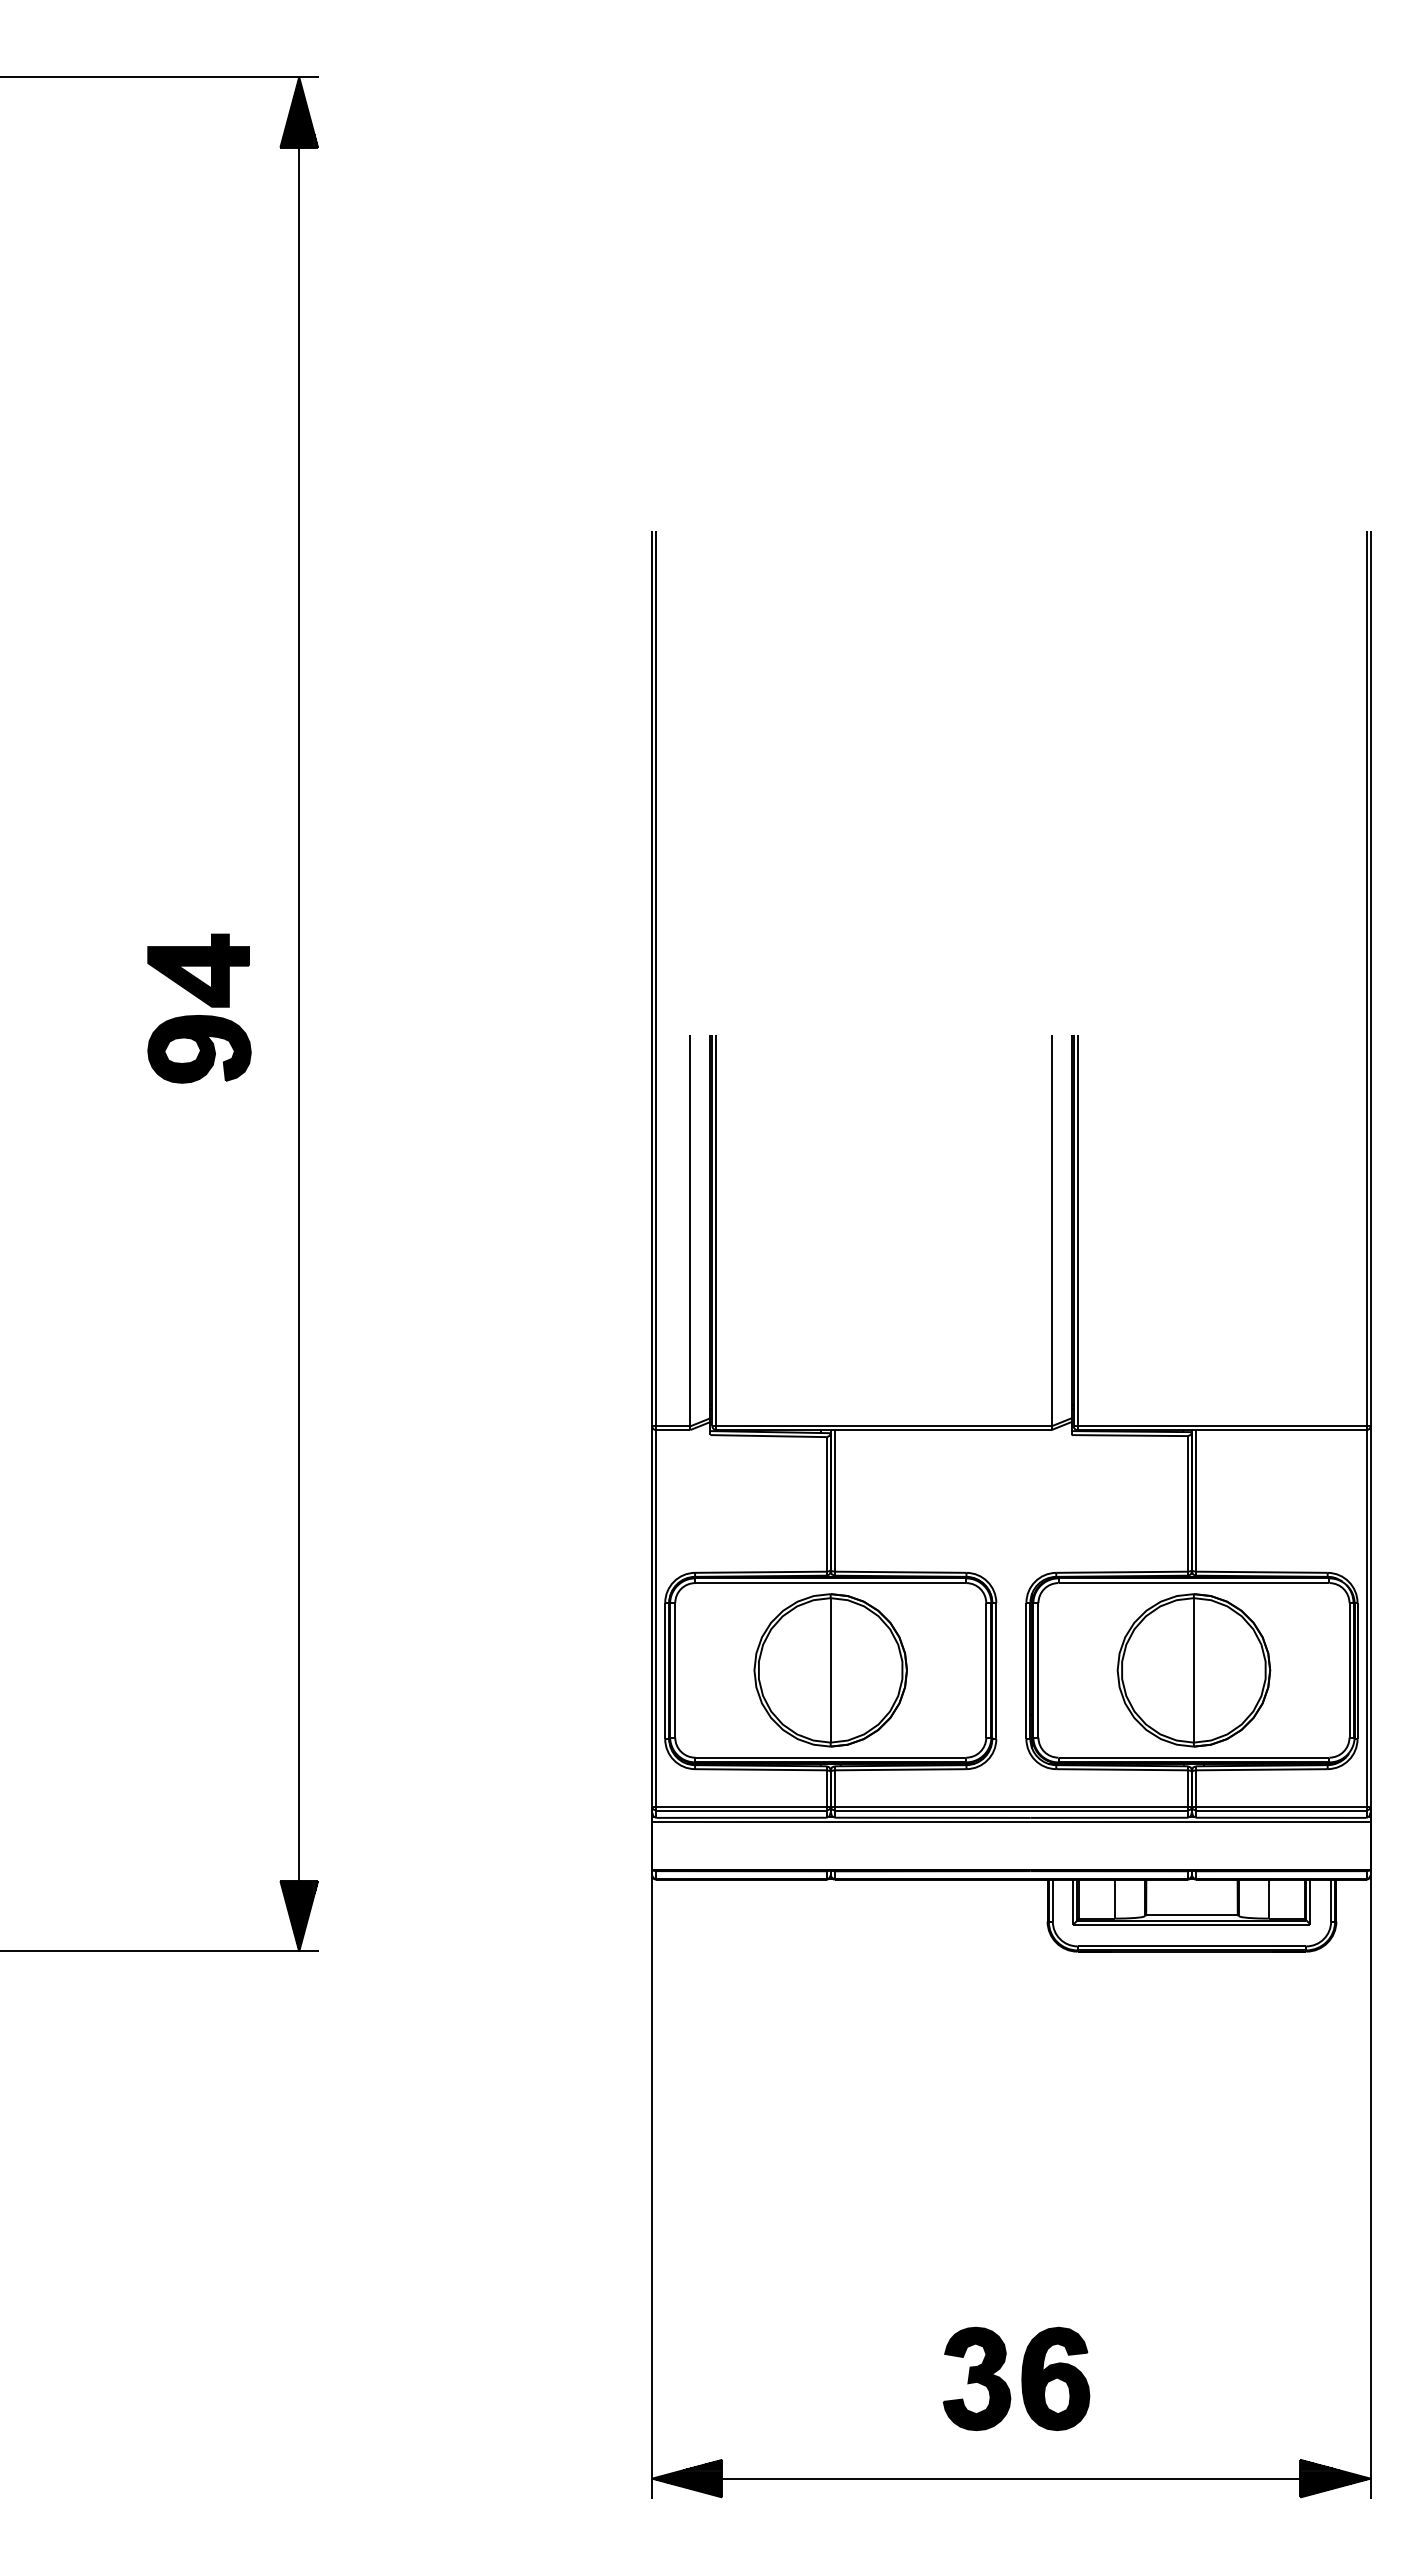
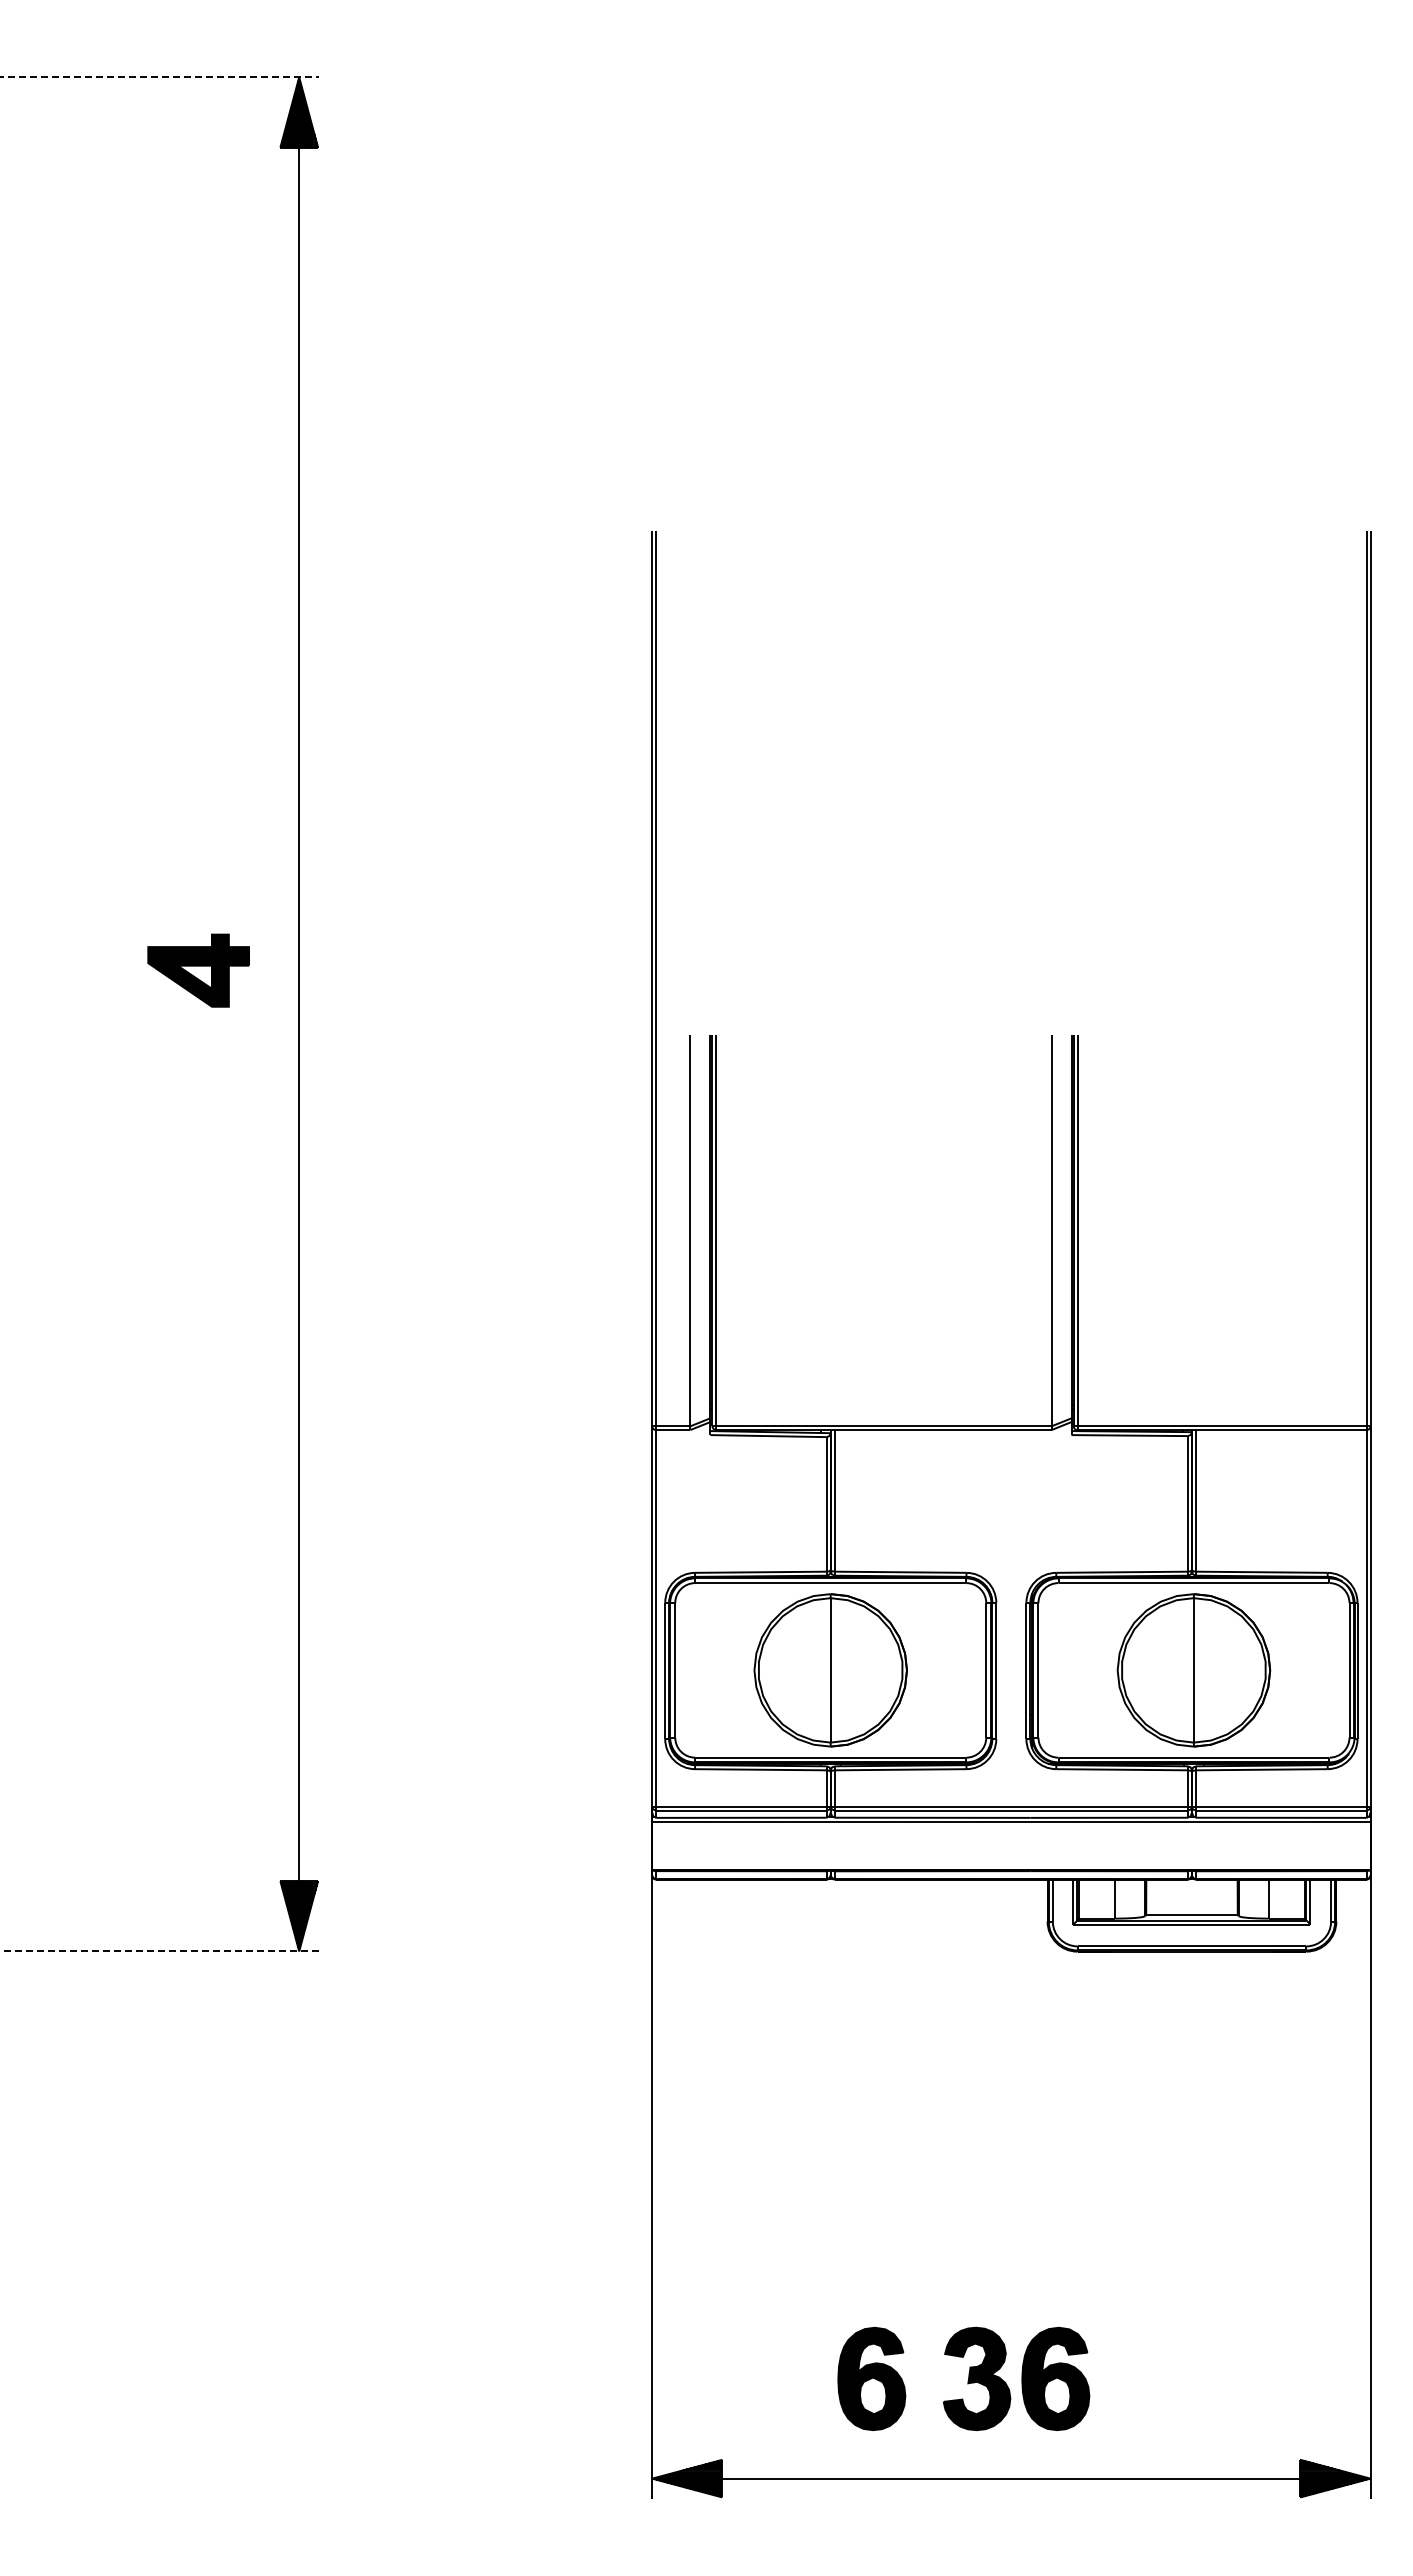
line at (160, 77): solid -> dashed
part at (199, 1049): present -> none
line at (160, 1951): solid -> dashed
part at (871, 2378): none -> present
